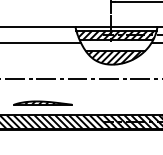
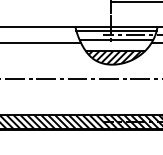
hatch at (115, 35): present -> none
part at (42, 102): present -> none
